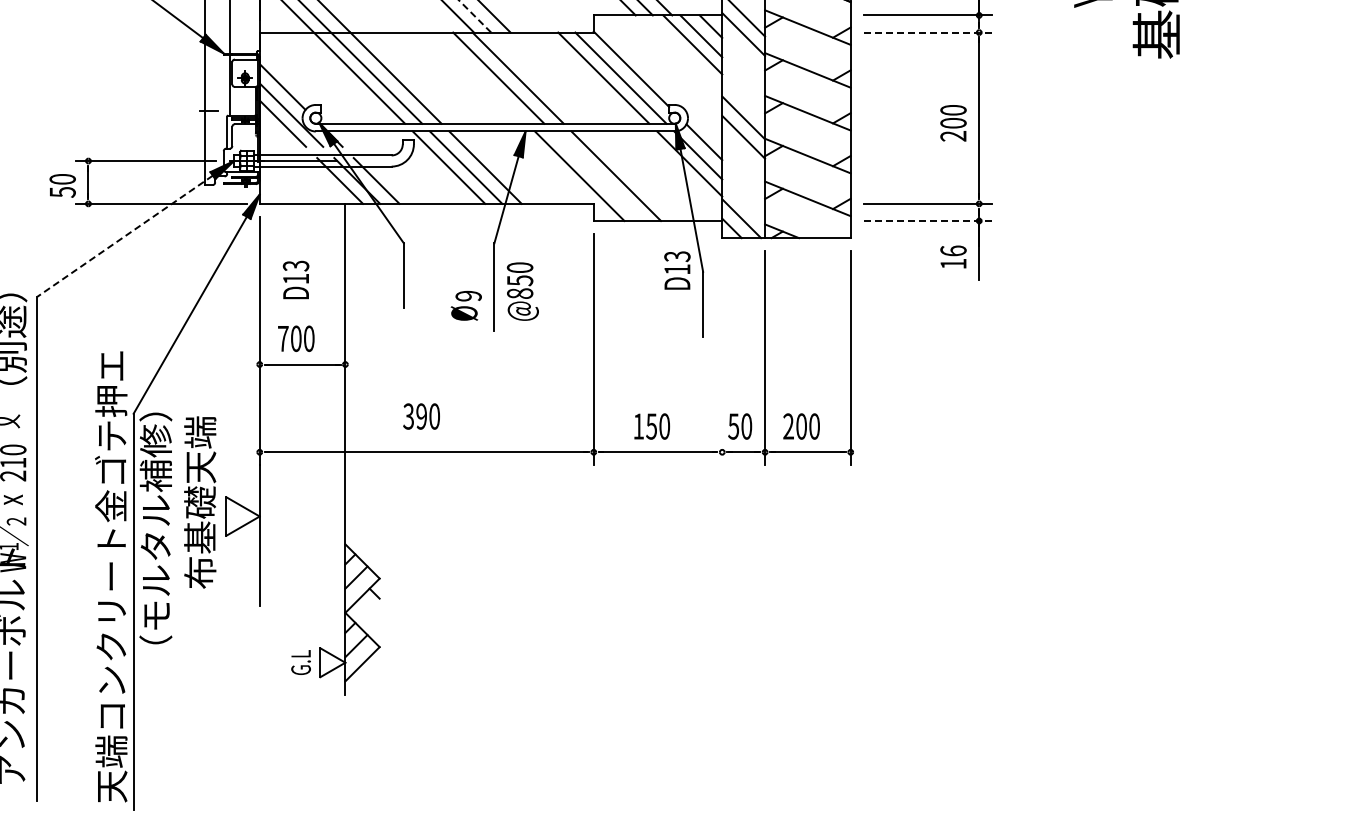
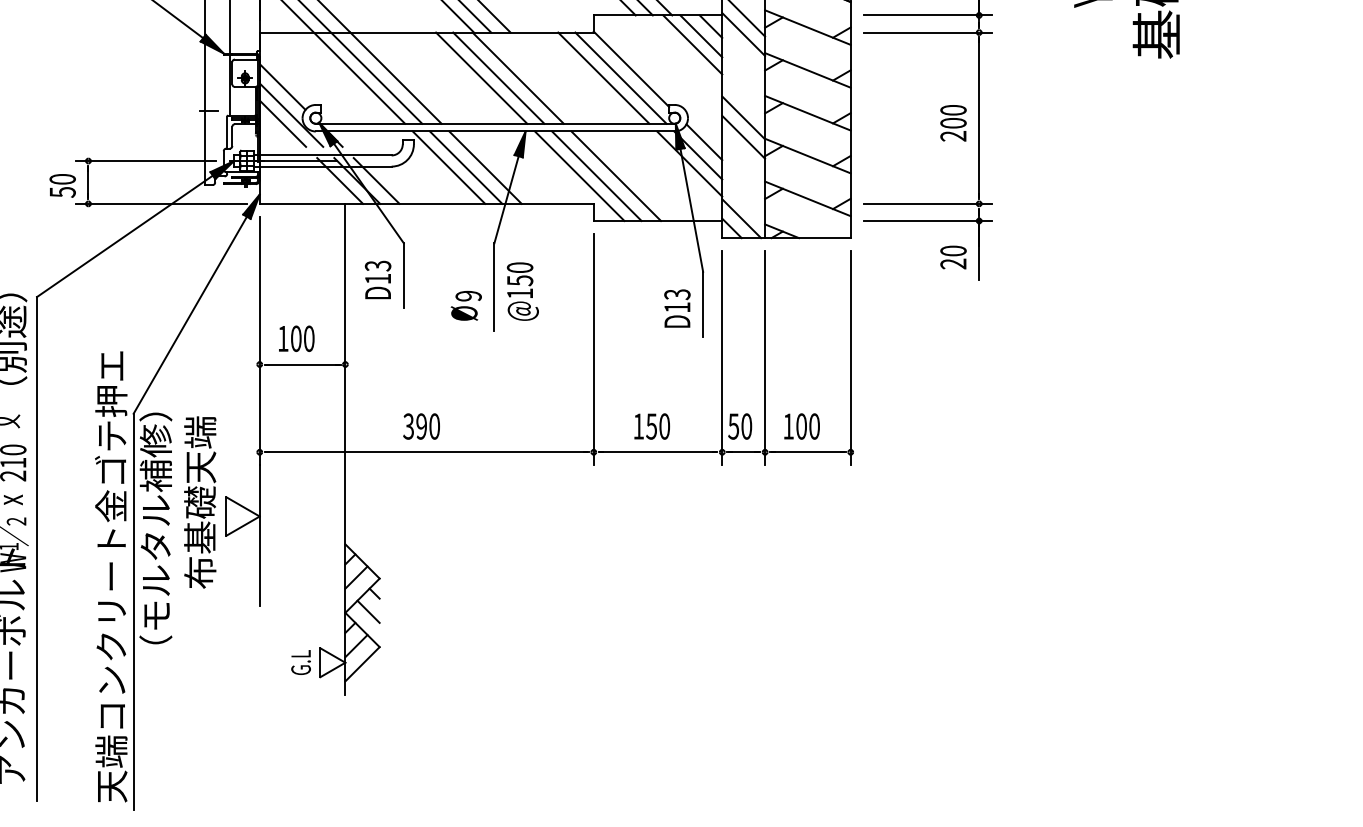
line at (474, 16): dashed -> solid
line at (928, 32): dashed -> solid
line at (481, 77): none -> present
line at (596, 176): none -> present
line at (928, 221): dashed -> solid
line at (124, 236): dashed -> solid
text at (953, 257): 16 -> 20
text at (677, 270) position: (677, 270) -> (677, 308)
text at (295, 279) position: (295, 279) -> (377, 279)
text at (520, 293): @850 -> @150
text at (283, 338): 700 -> 100
line at (722, 357): none -> present
text at (421, 416) position: (421, 416) -> (421, 426)
text at (788, 426): 200 -> 100
line at (368, 611): none -> present
